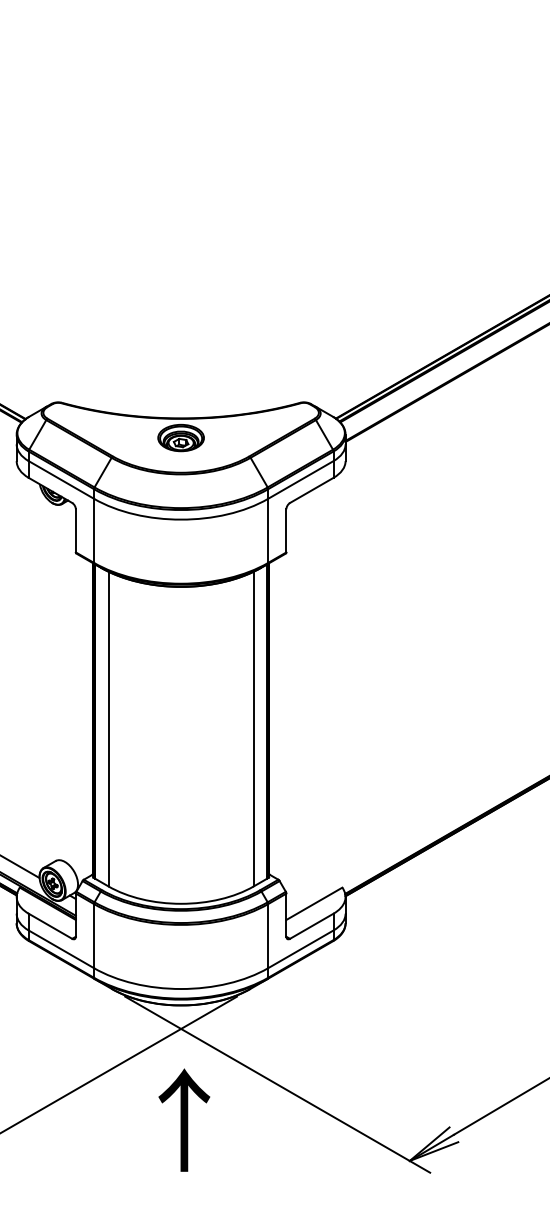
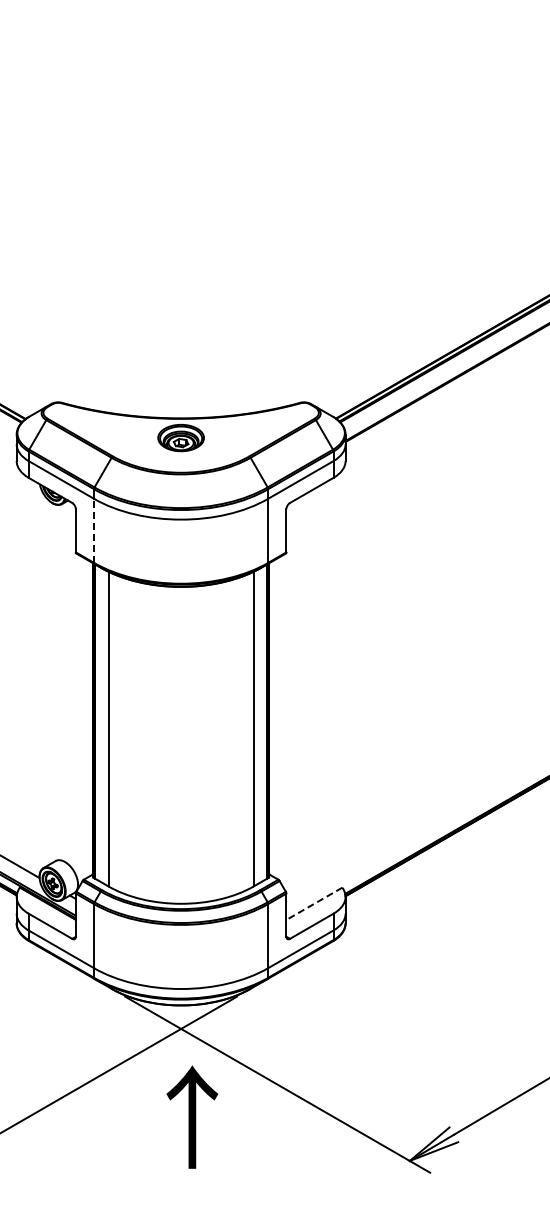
line at (94, 530): solid -> dashed
line at (313, 904): solid -> dashed
text at (184, 1119) position: (184, 1119) -> (192, 1116)
